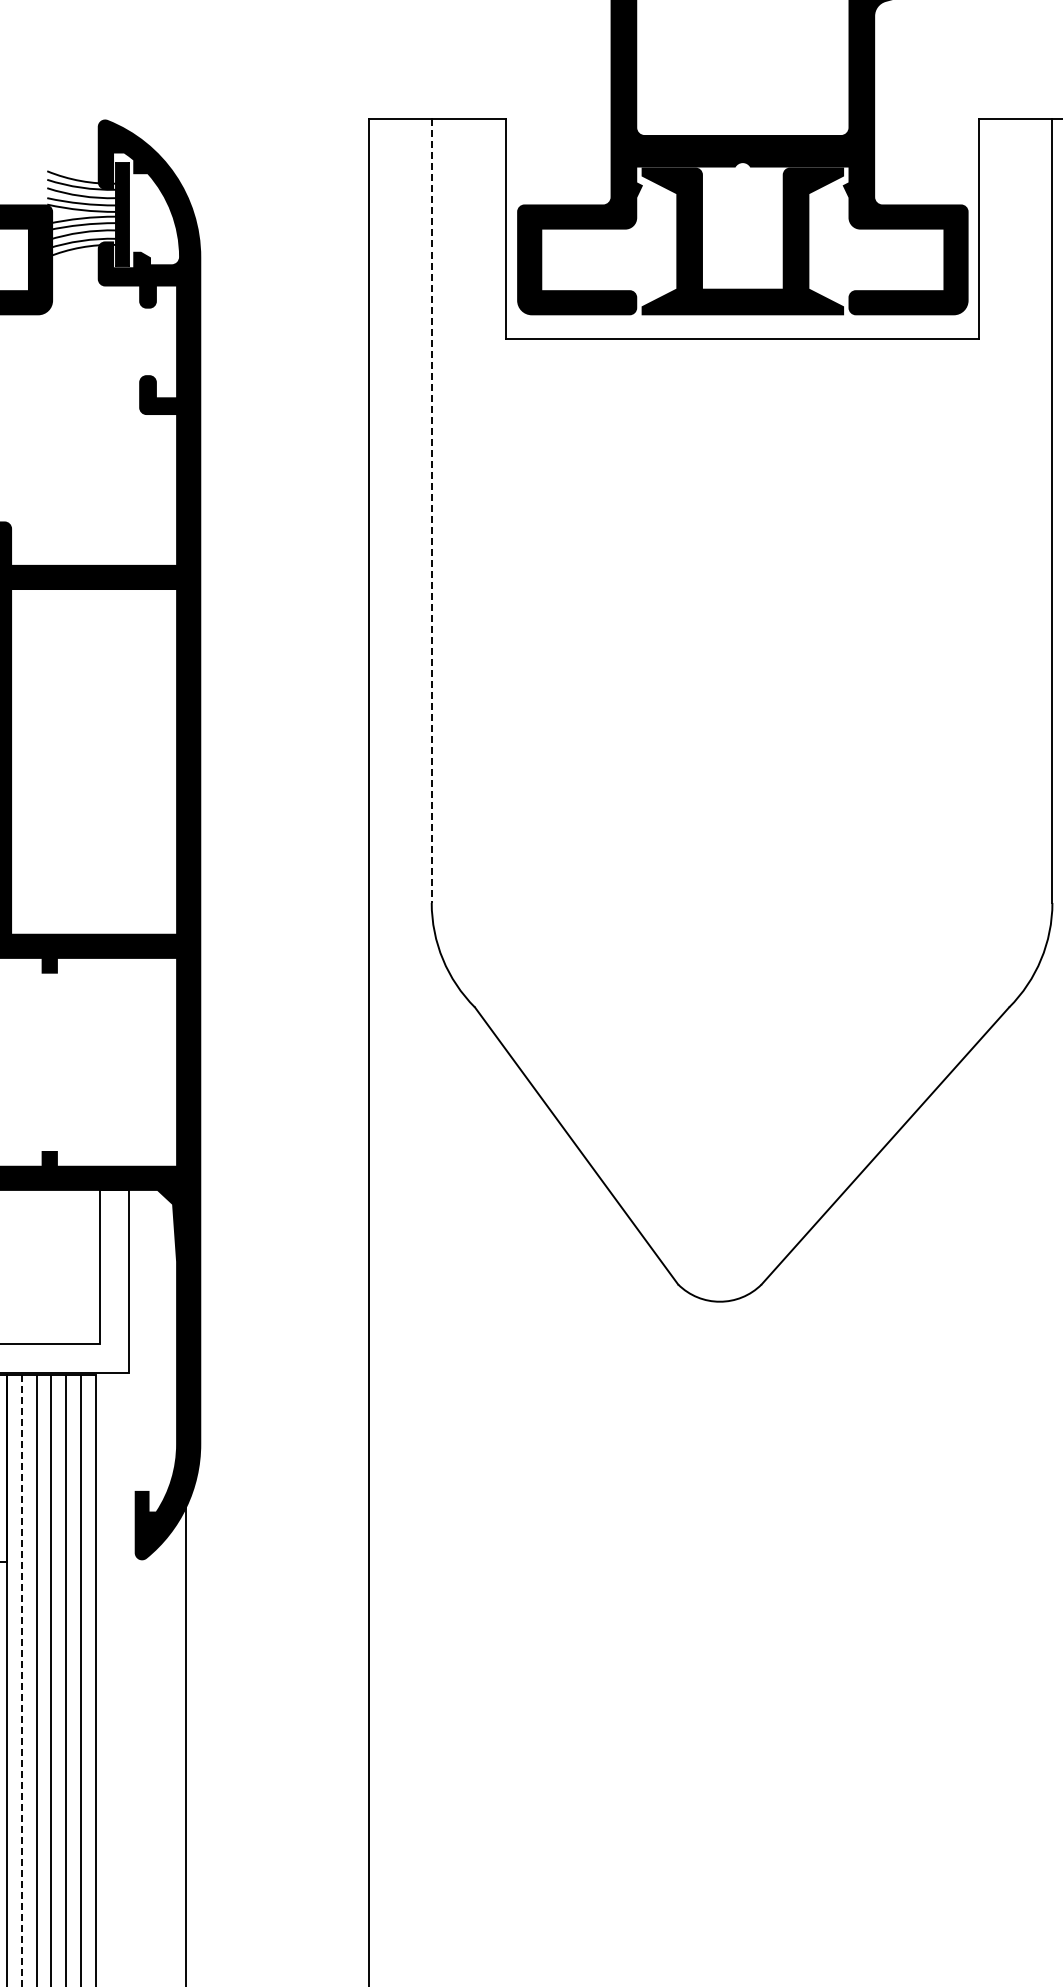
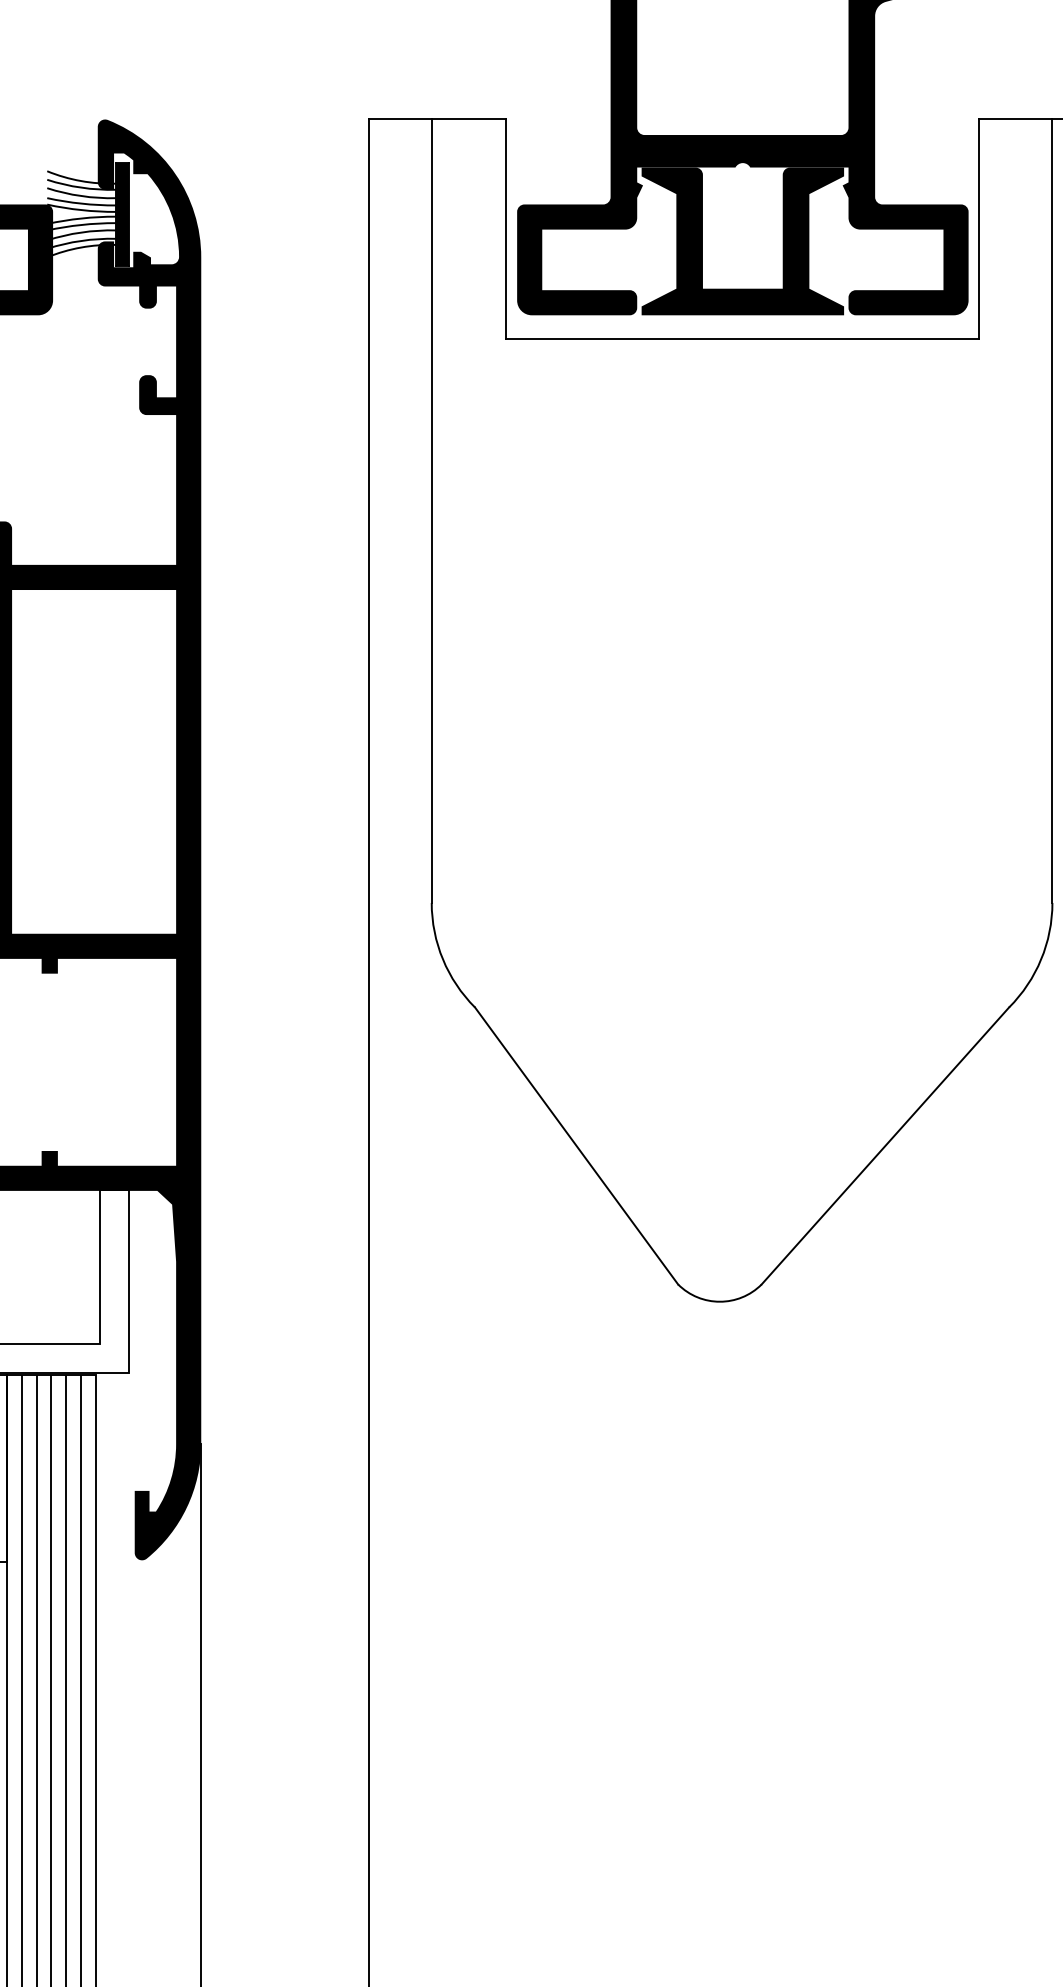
line at (431, 511): dashed -> solid
line at (21, 1680): dashed -> solid
line at (186, 1713) position: (186, 1713) -> (201, 1713)
